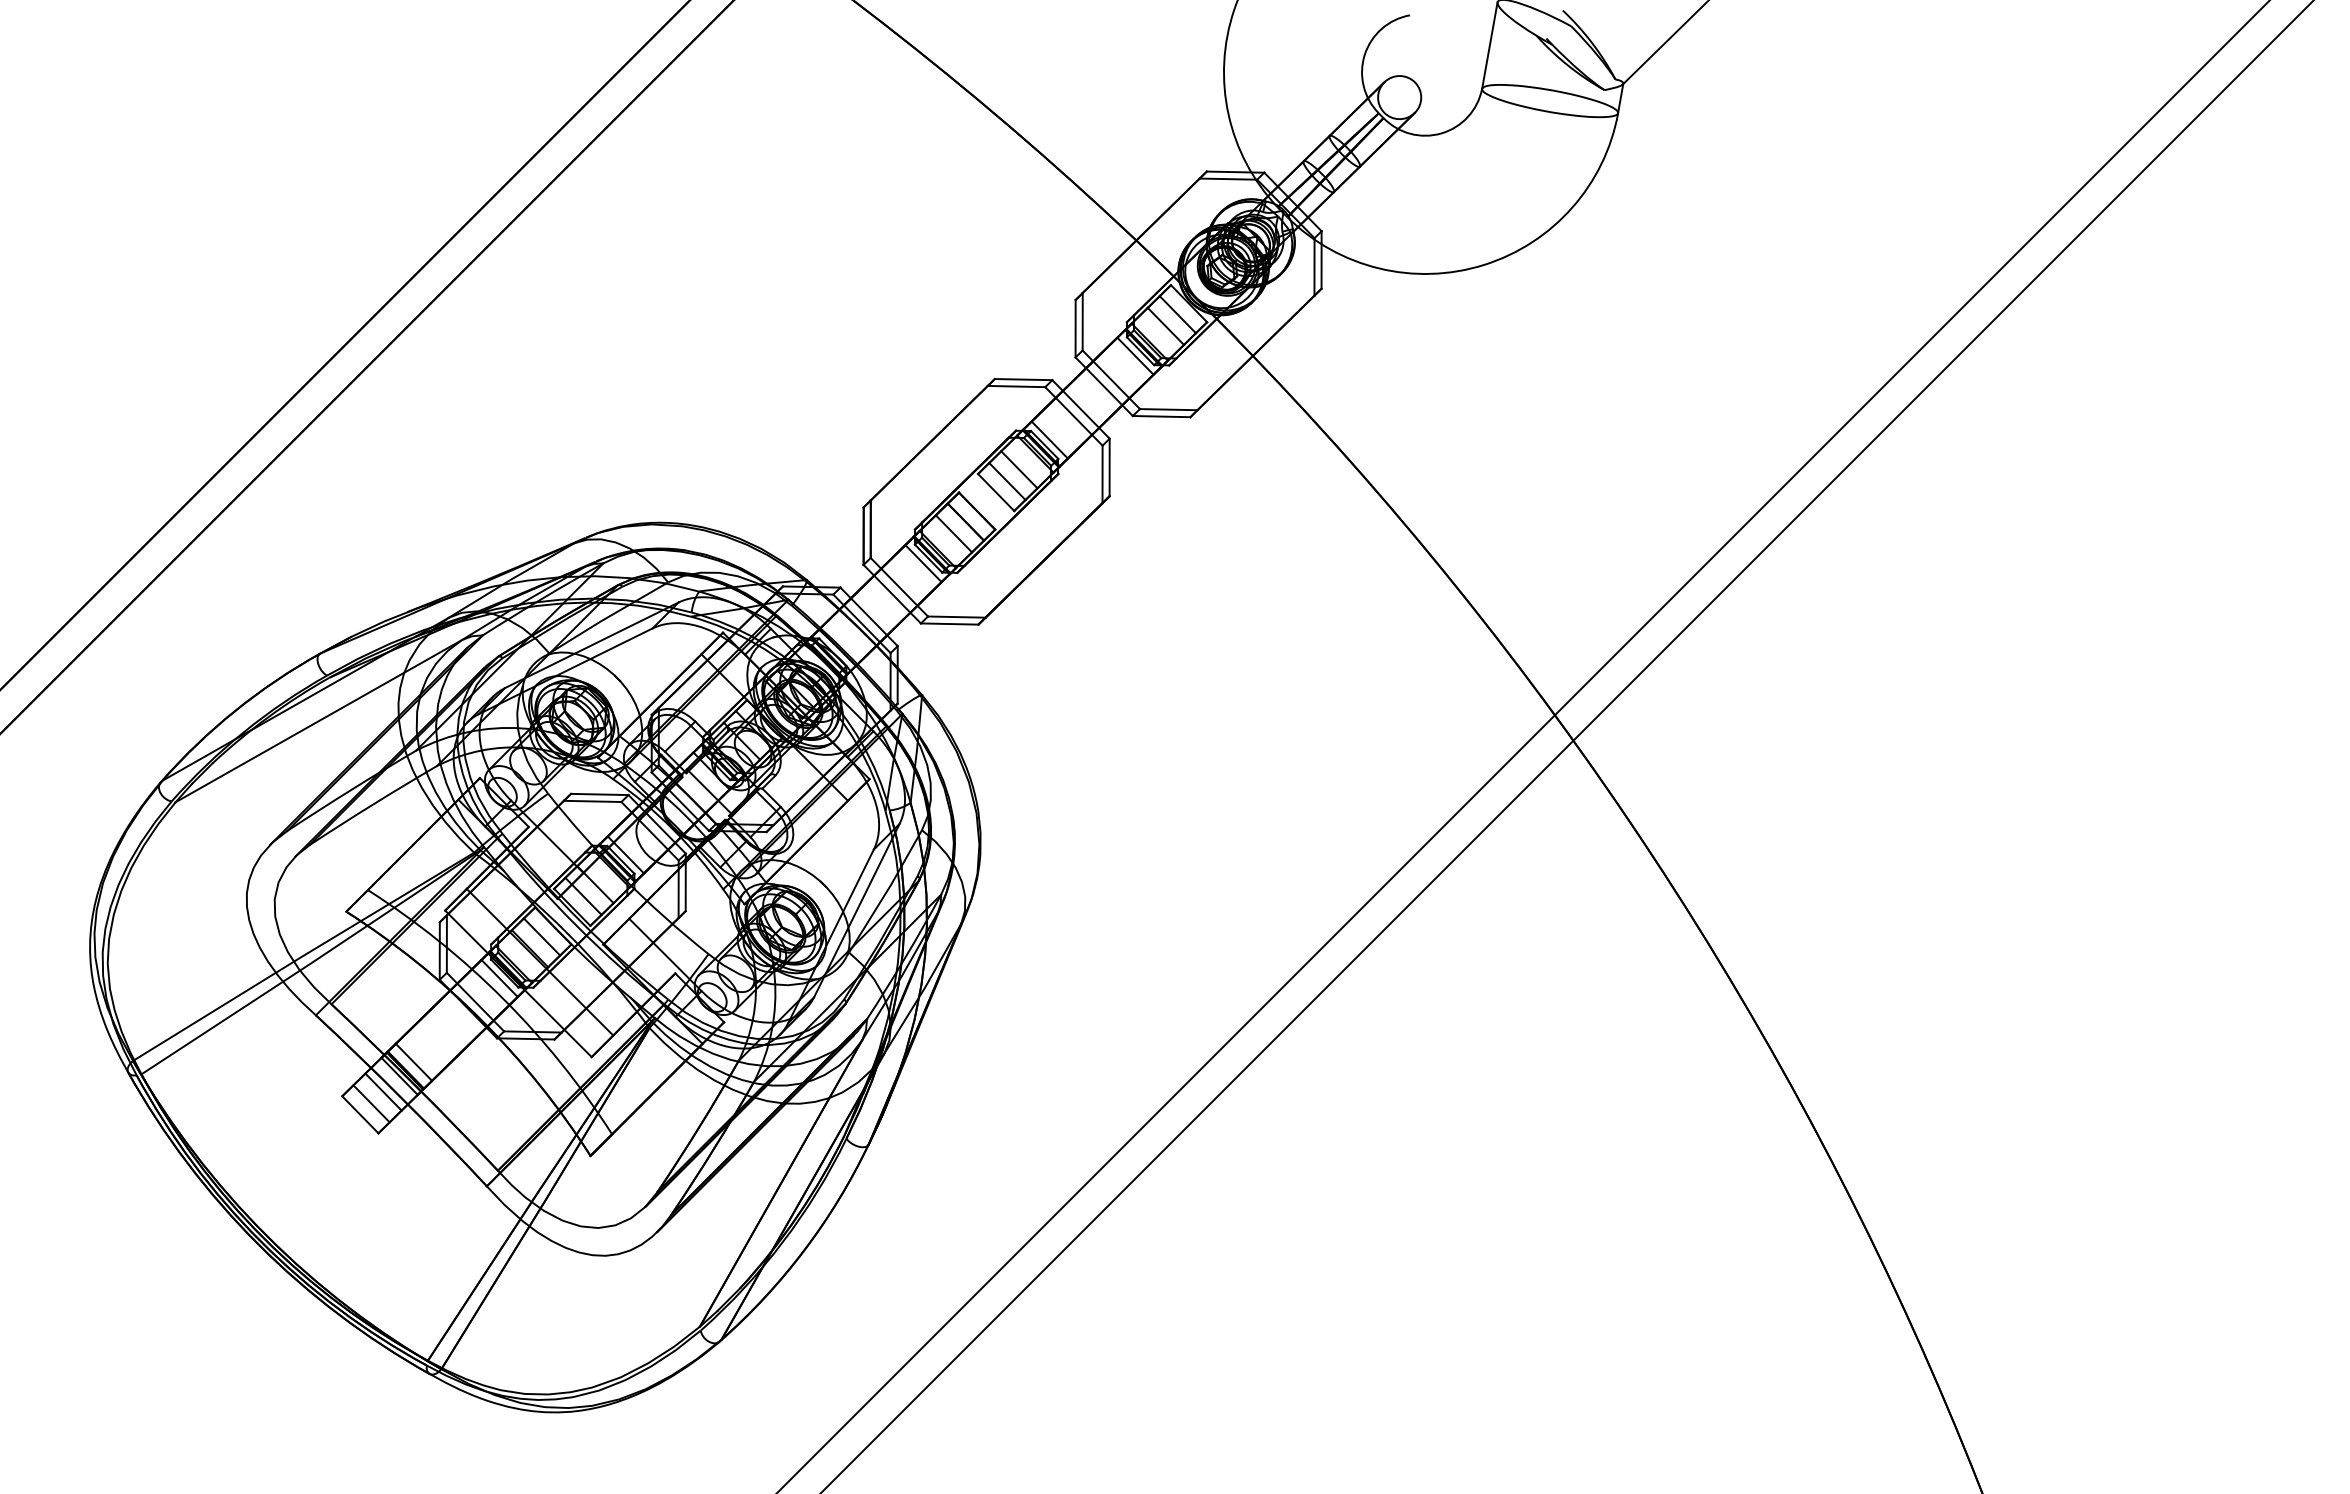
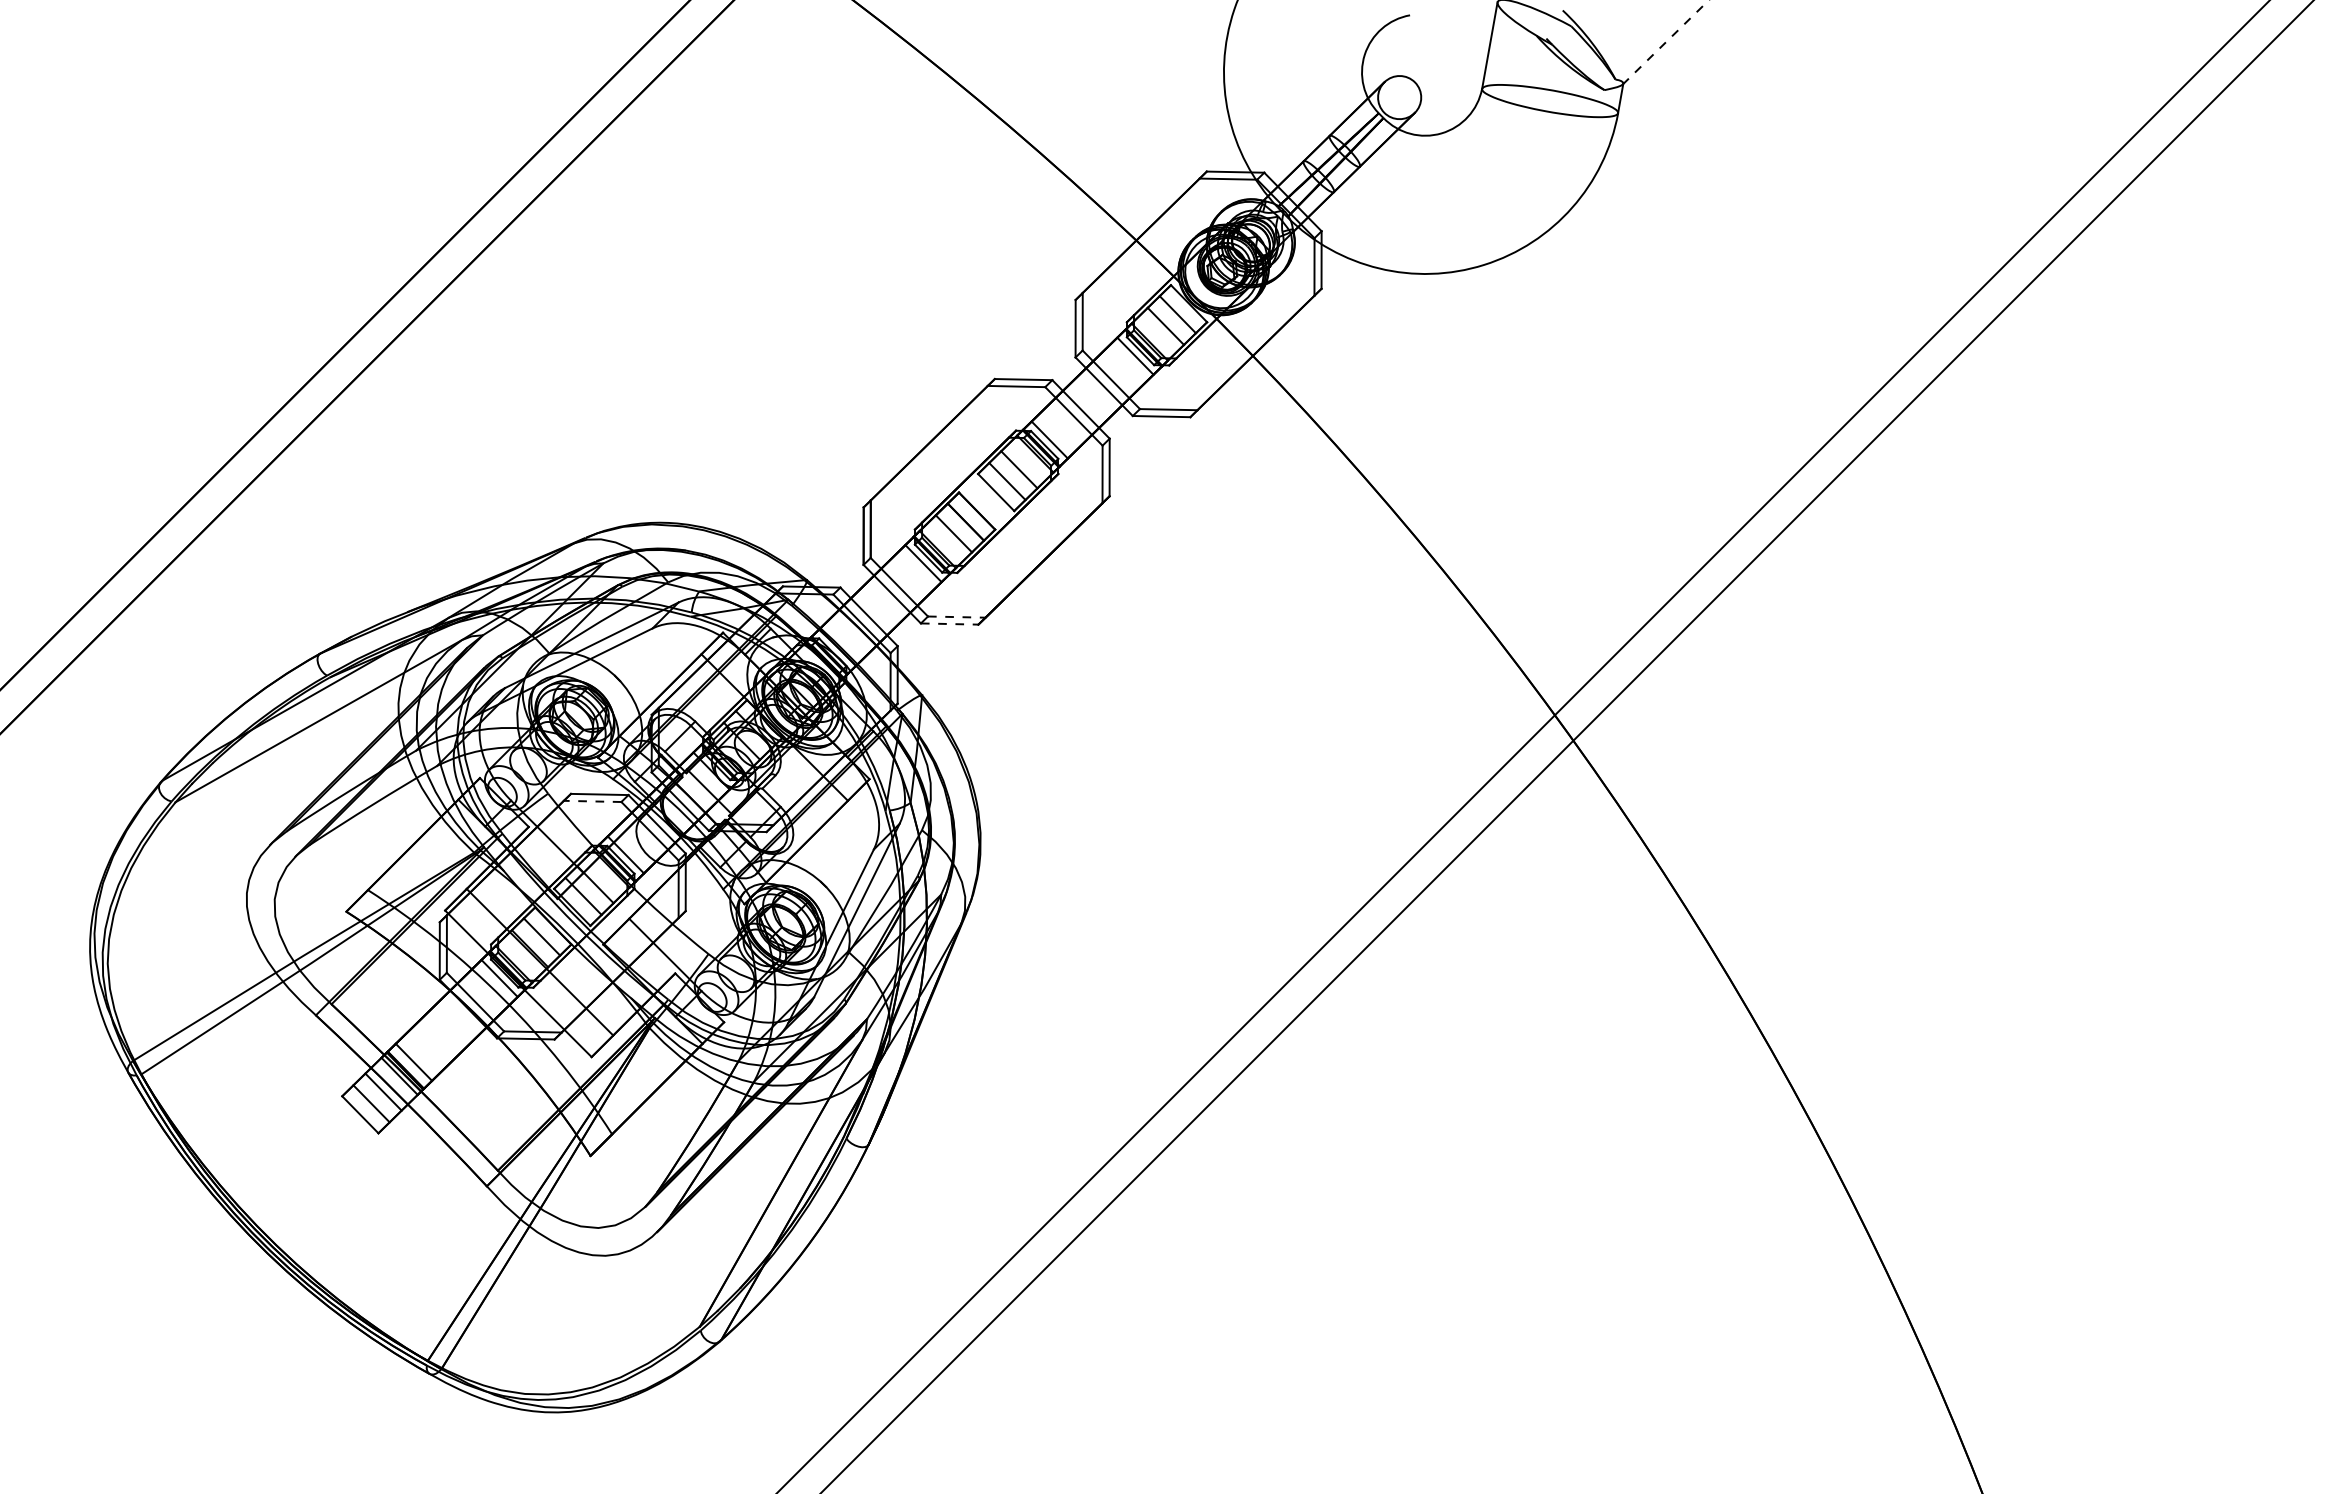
line at (1666, 42): solid -> dashed
line at (956, 617): solid -> dashed
line at (949, 624): solid -> dashed
line at (592, 801): solid -> dashed
